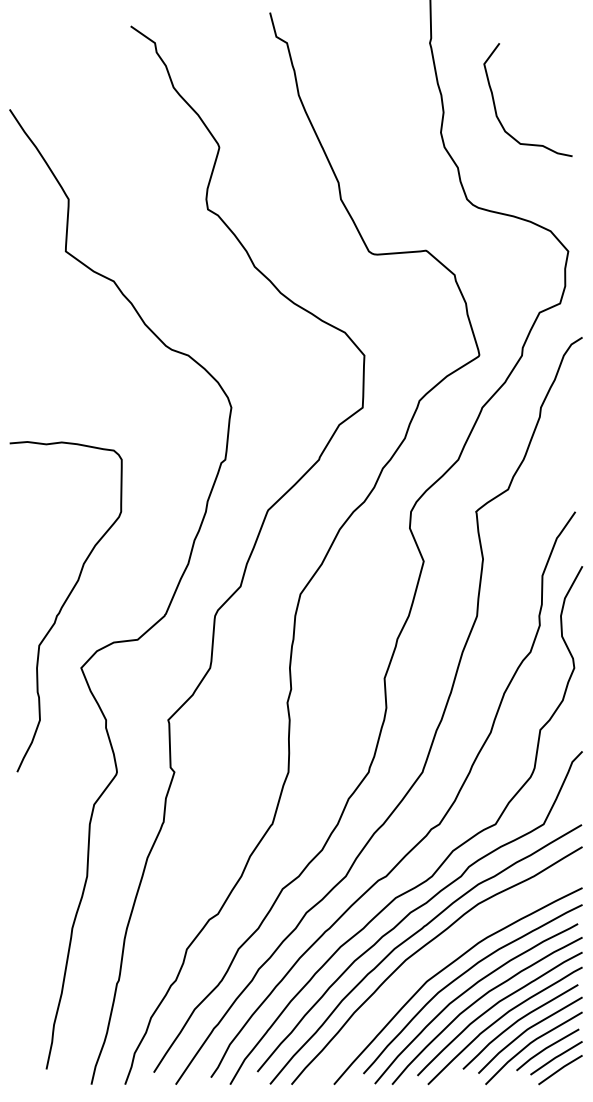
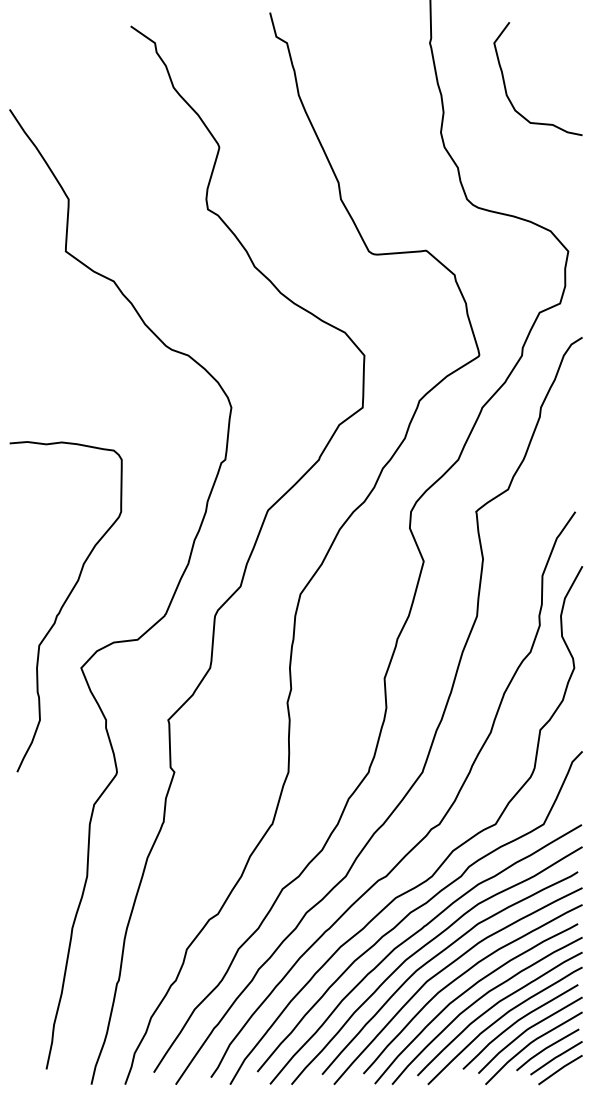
curve at (495, 104) position: (495, 104) -> (505, 83)
curve at (437, 956): none -> present
